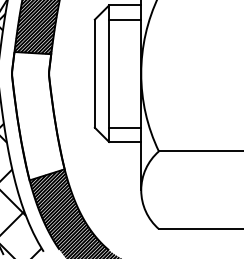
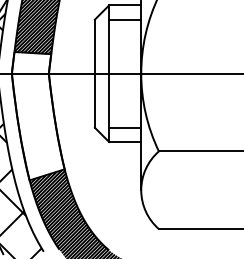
line at (121, 73): none -> present
